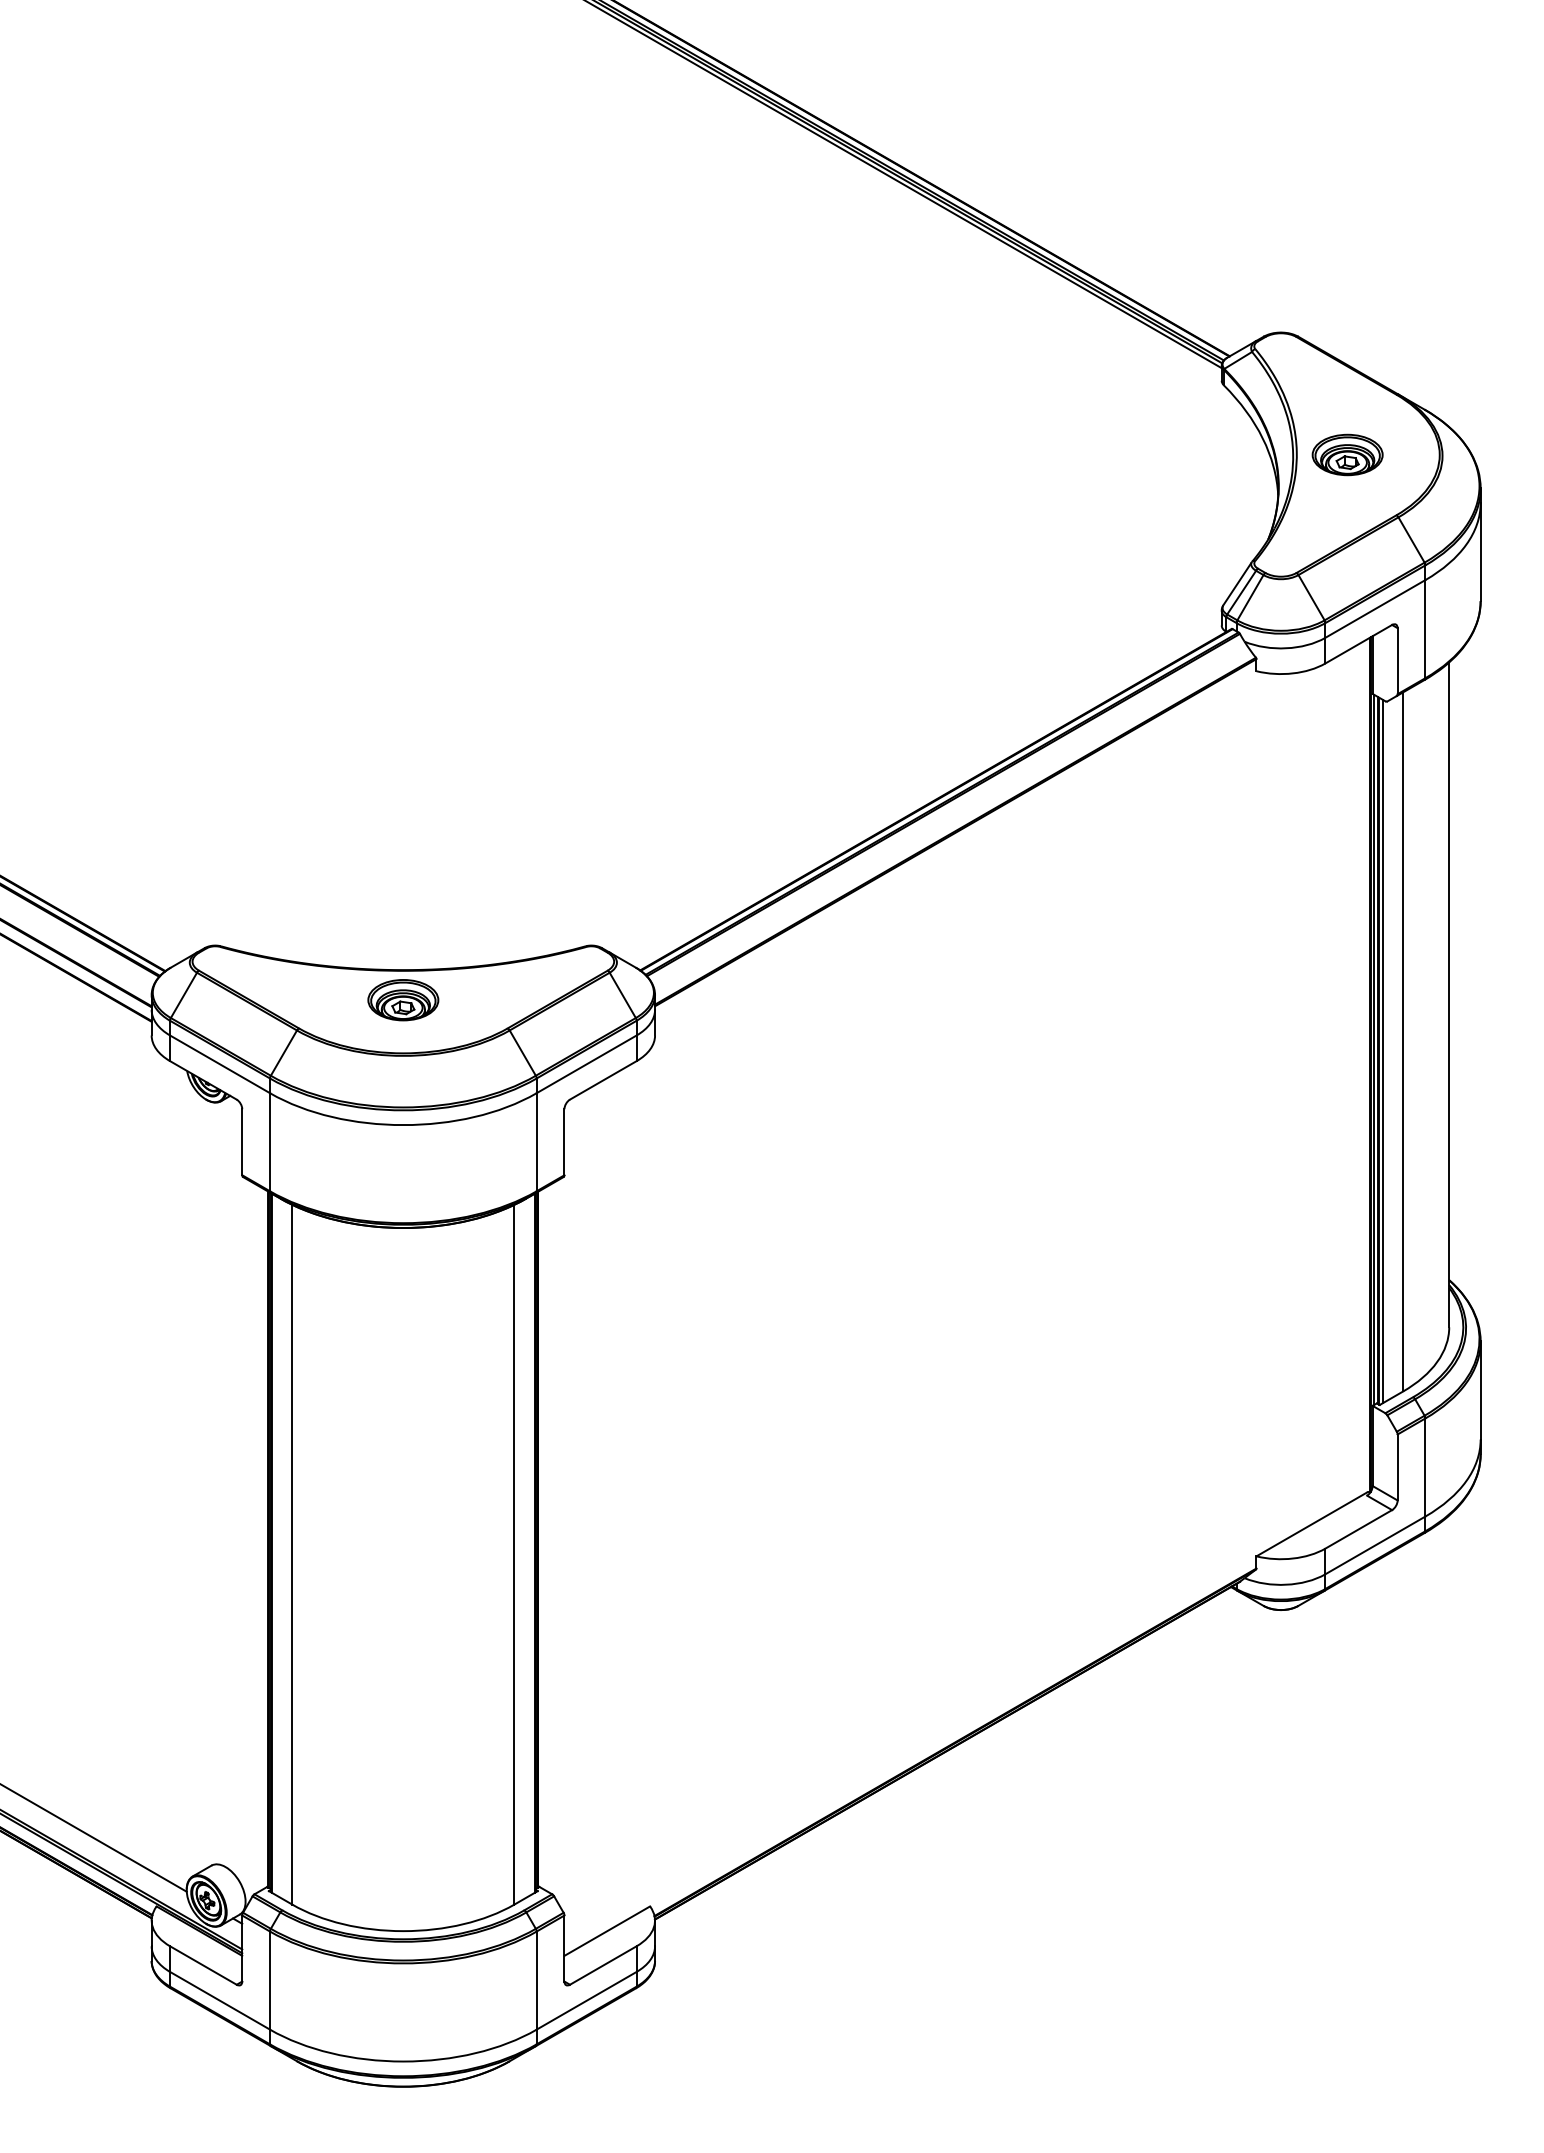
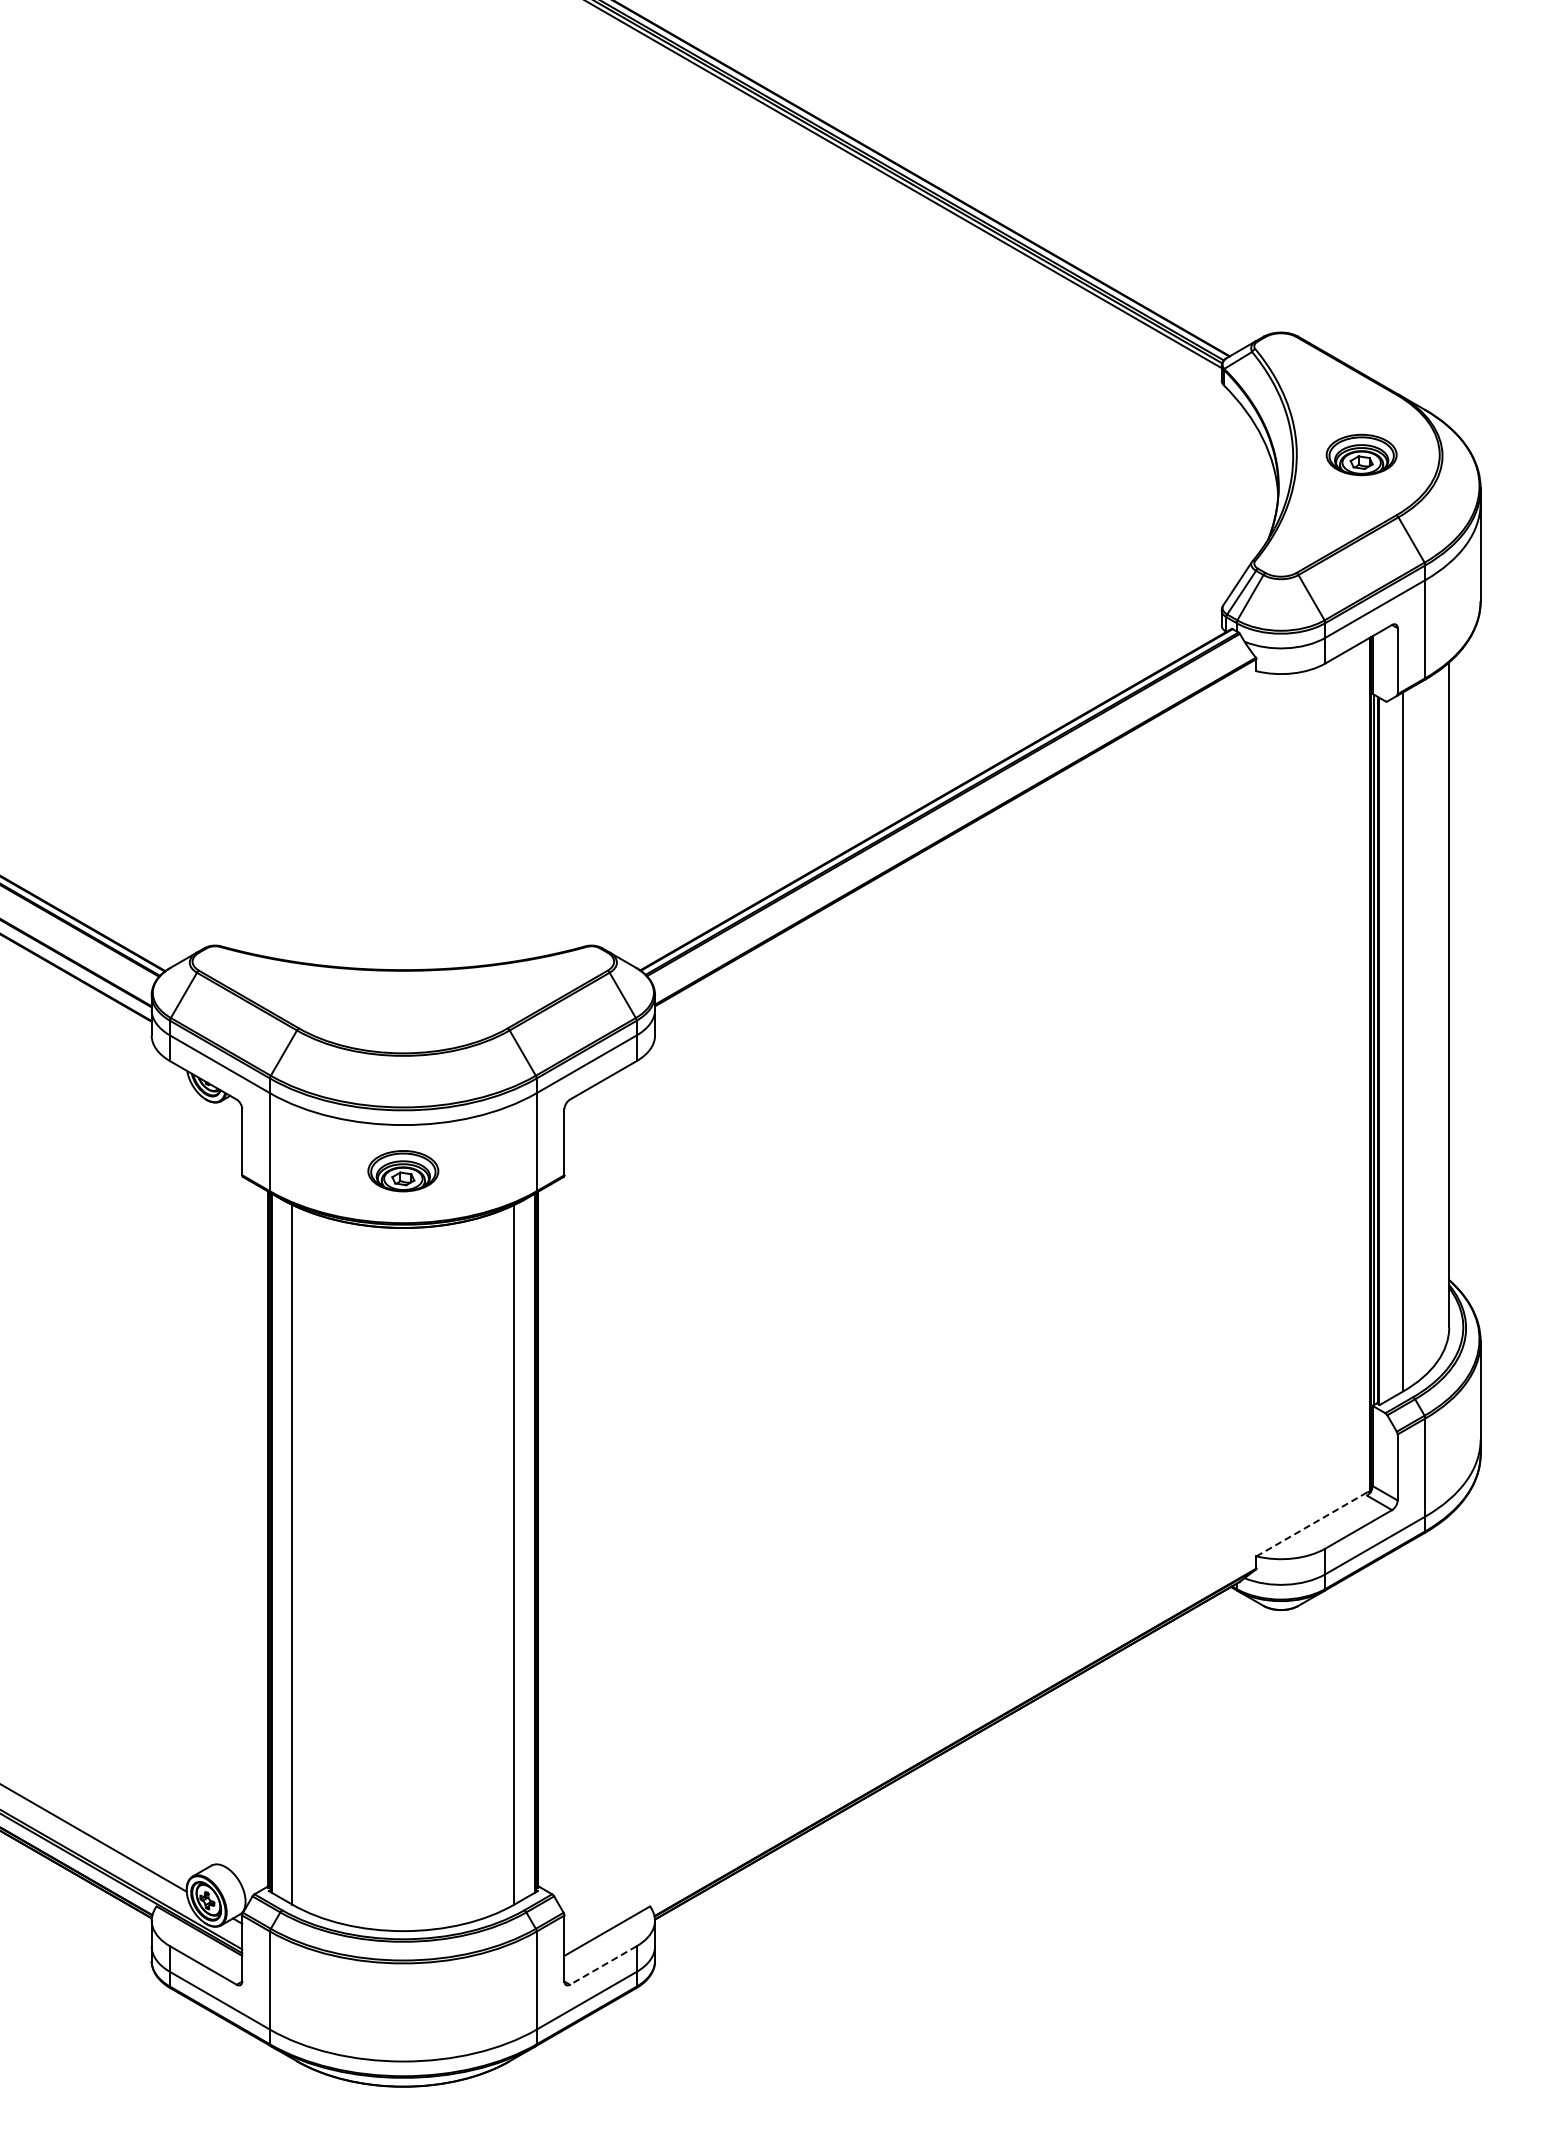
part at (1347, 454) position: (1347, 454) -> (1361, 454)
part at (403, 1000) position: (403, 1000) -> (403, 1171)
line at (1382, 1051): present -> none
line at (1311, 1524): solid -> dashed
line at (602, 1965): solid -> dashed
